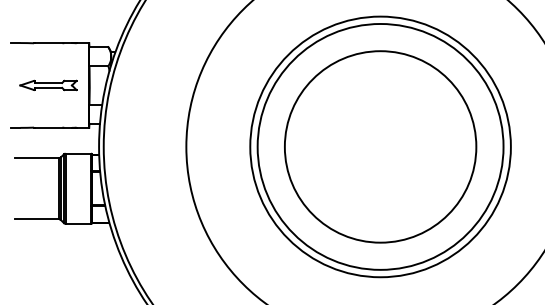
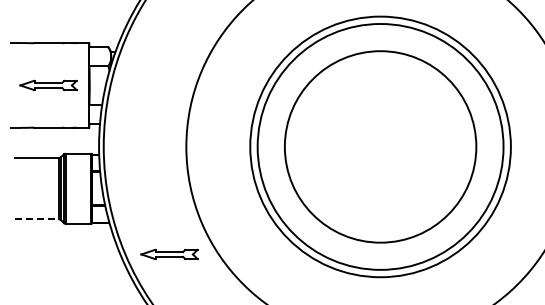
line at (37, 219): solid -> dashed
part at (169, 254): none -> present
